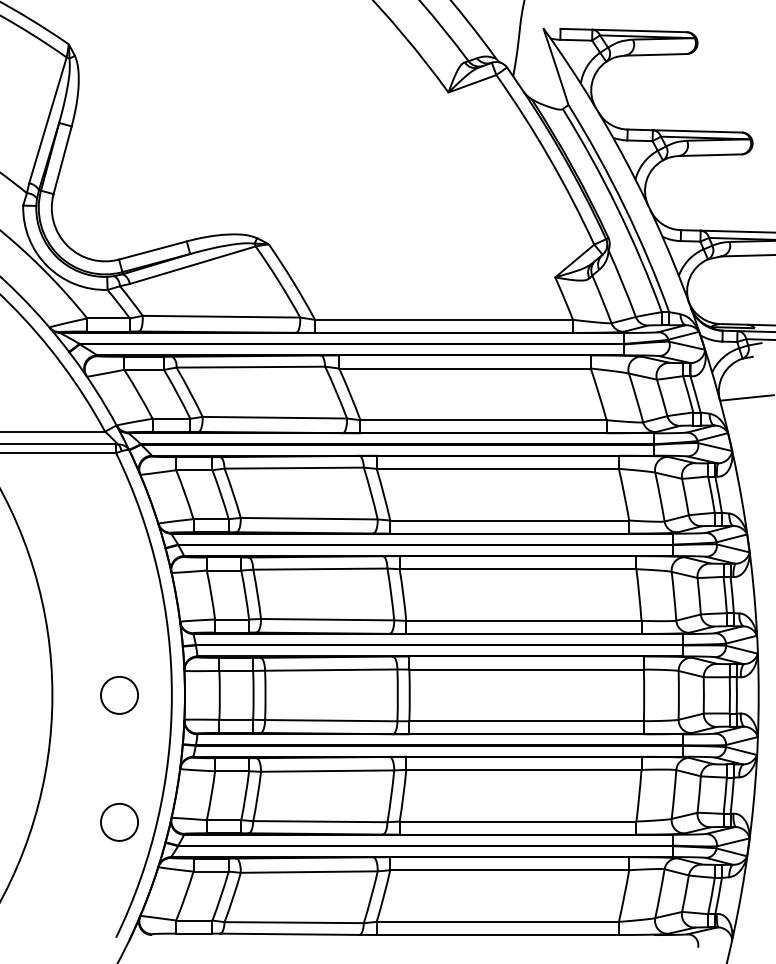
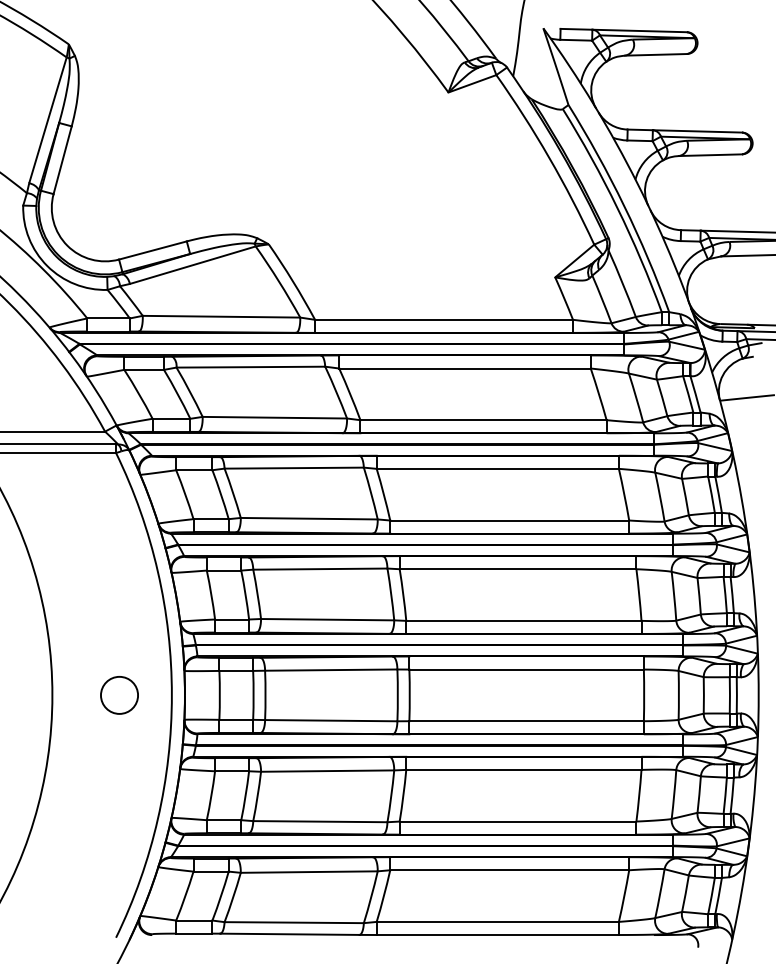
circle at (119, 822): present -> none
